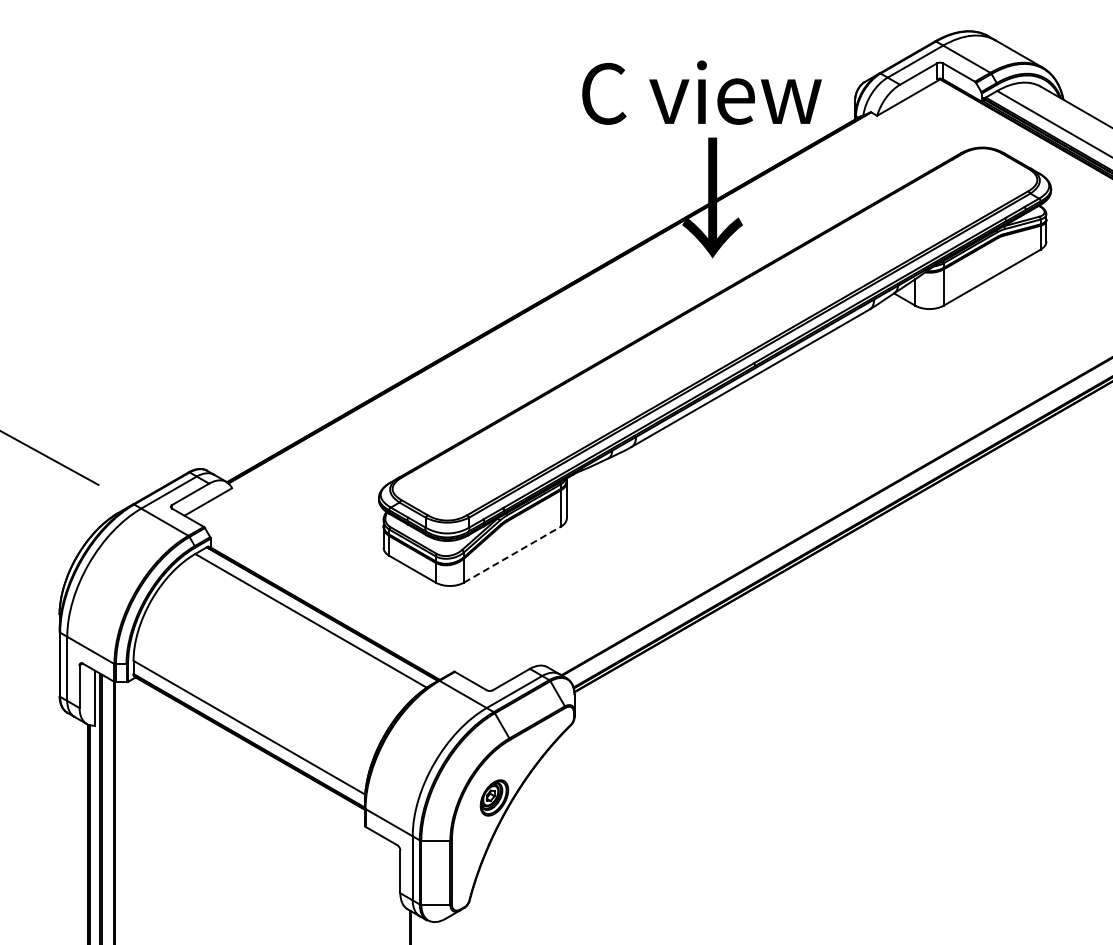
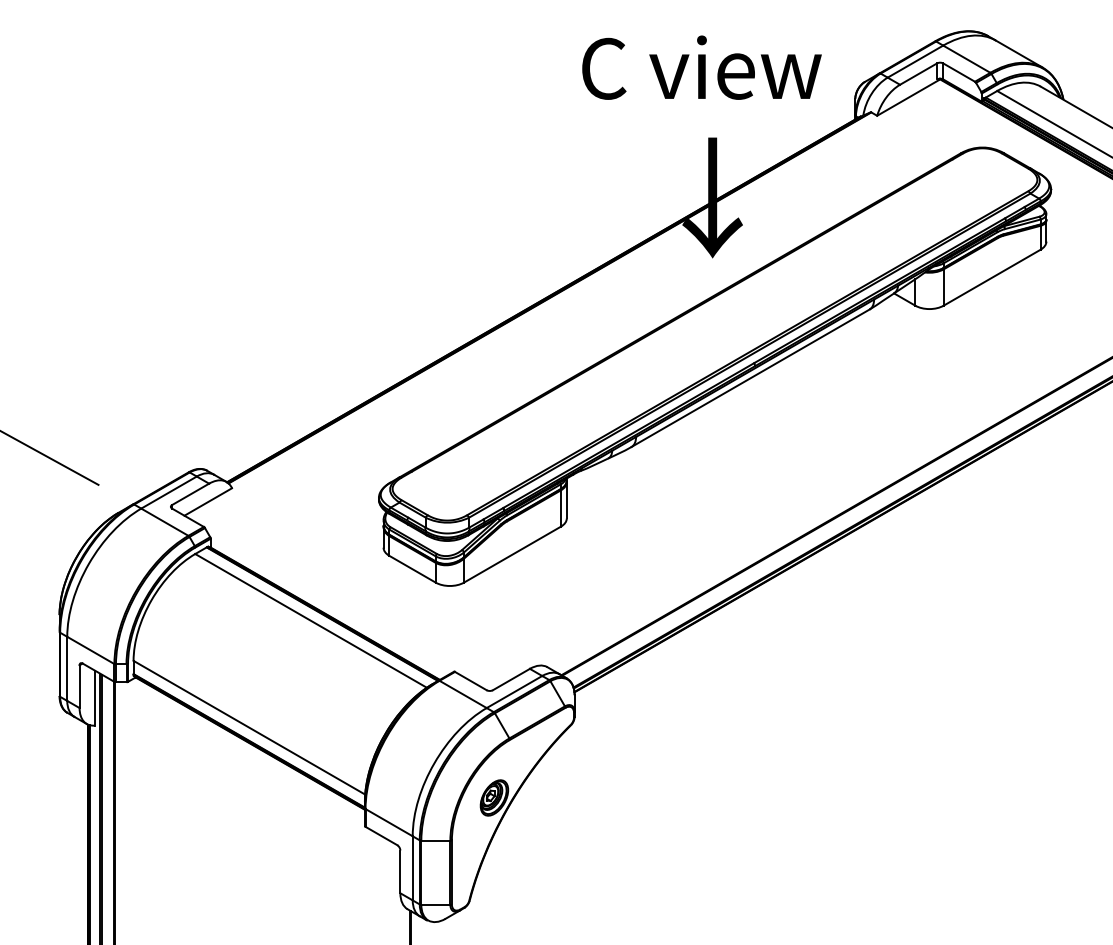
text at (701, 92) position: (701, 92) -> (701, 67)
line at (512, 554): dashed -> solid
